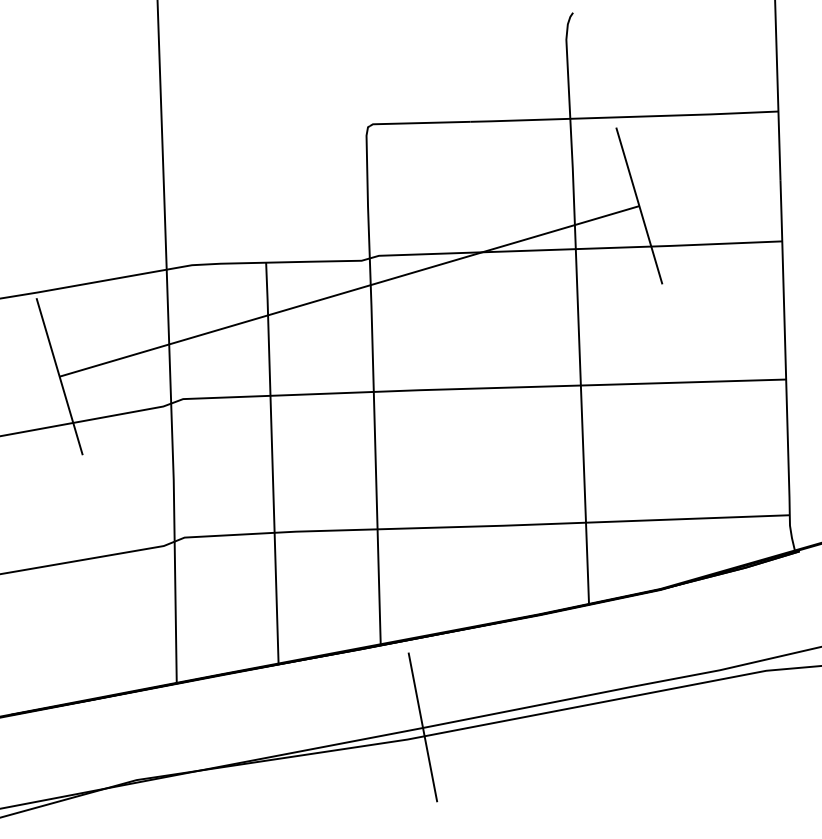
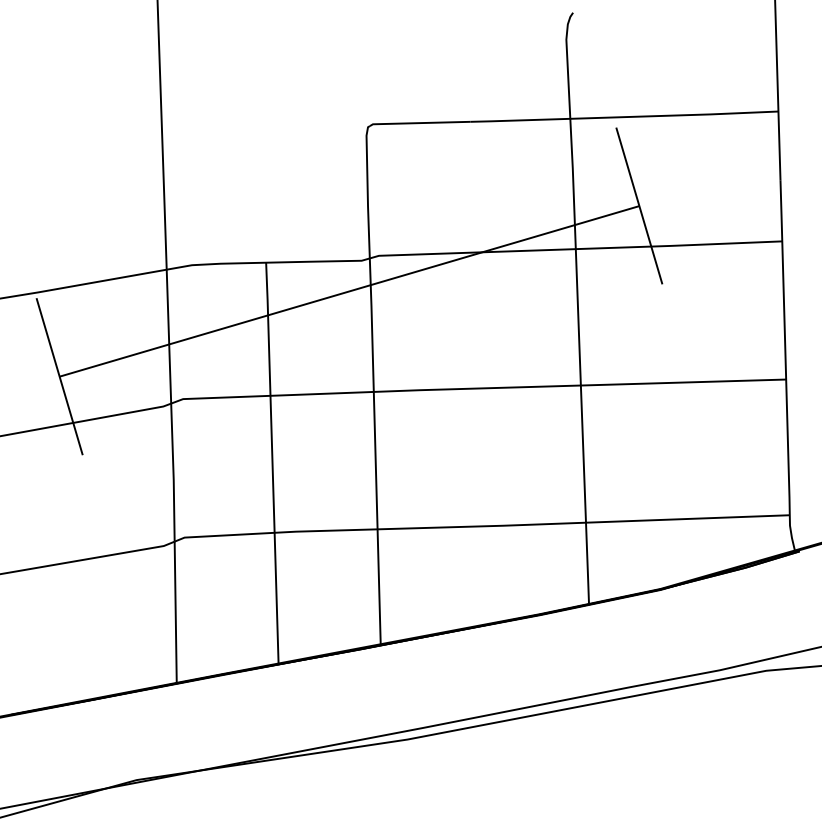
line at (422, 727): present -> none
